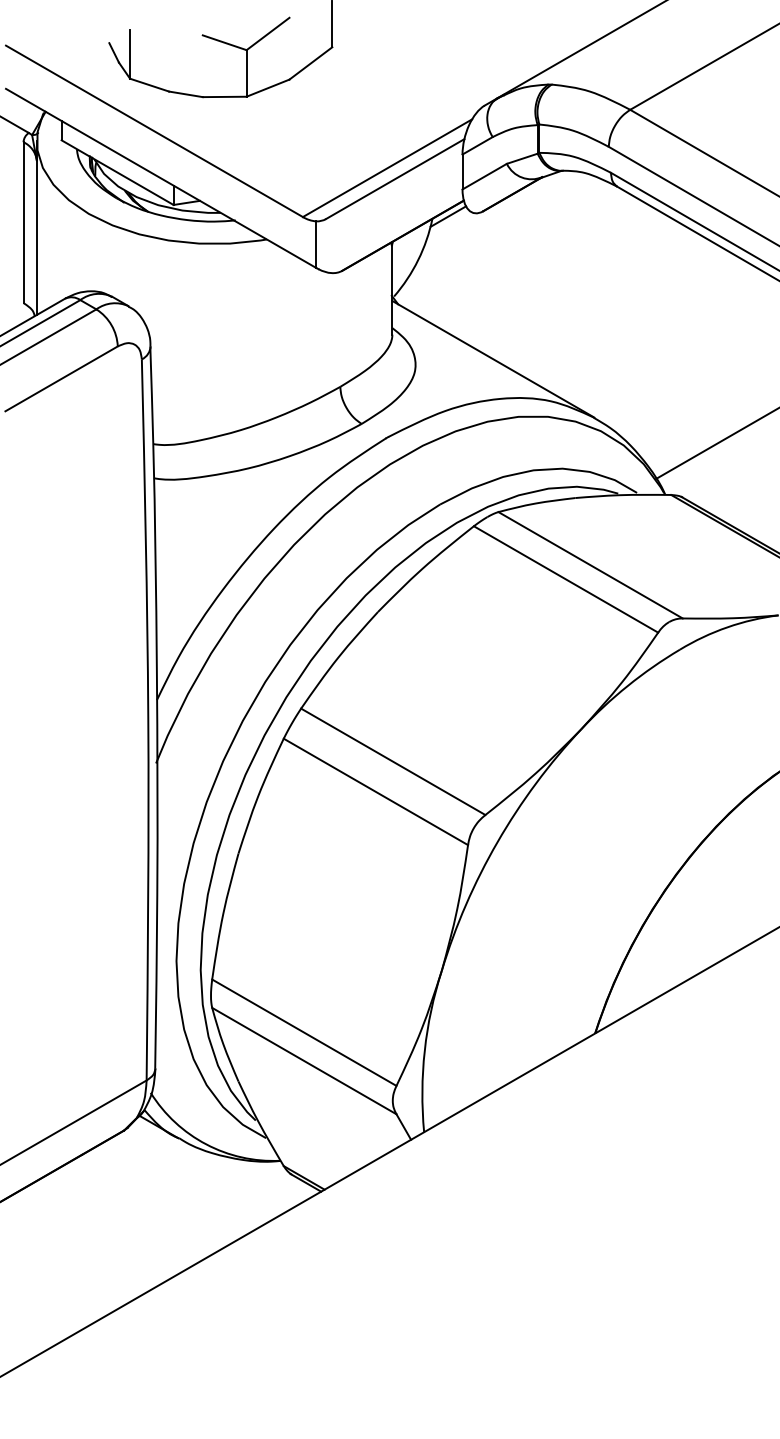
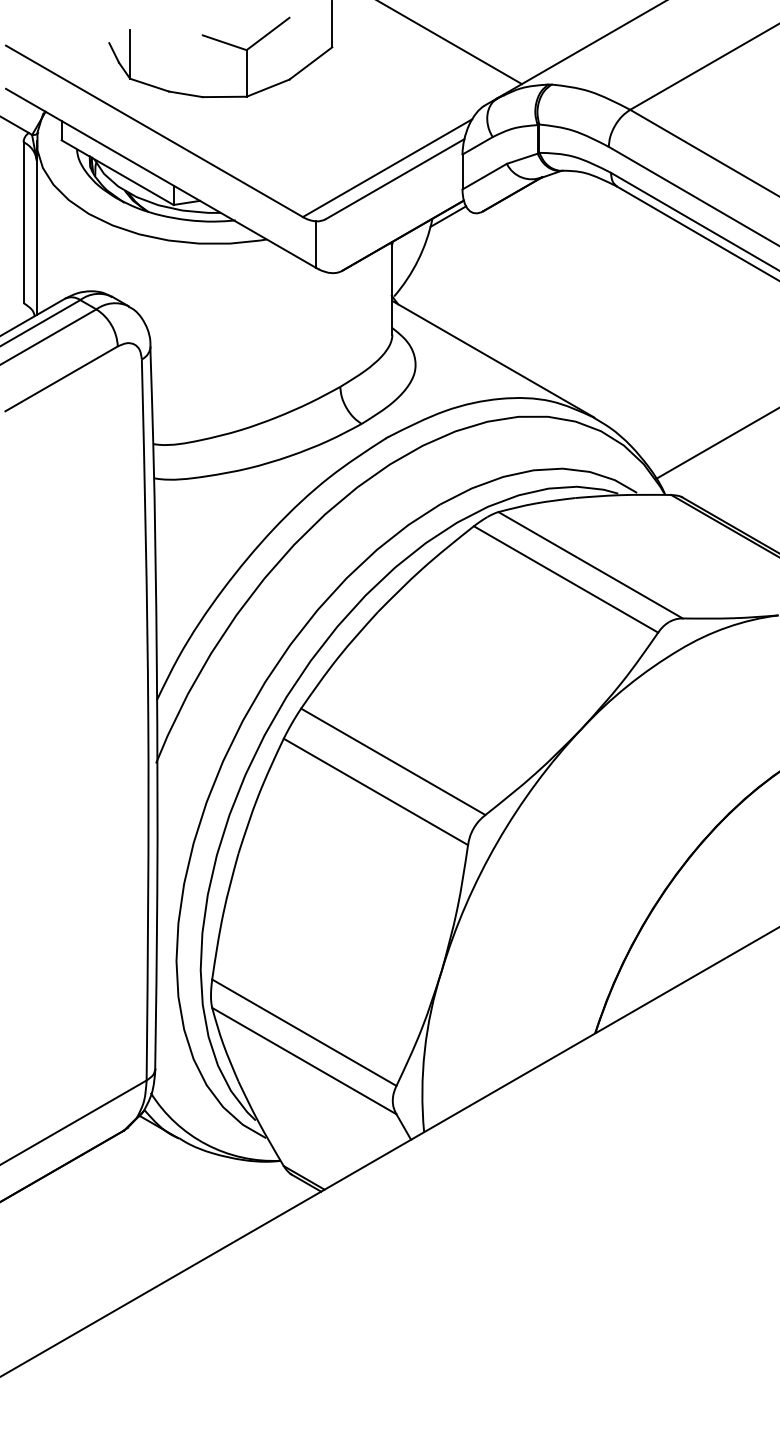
line at (450, 43): none -> present
